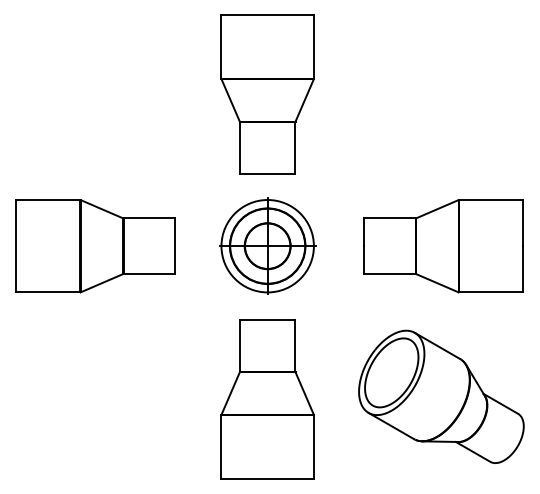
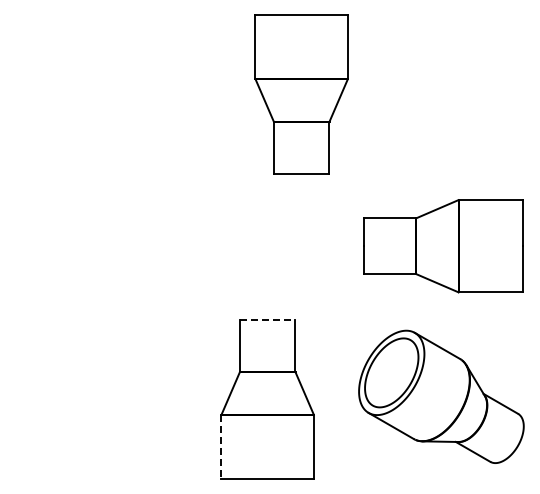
part at (267, 94) position: (267, 94) -> (301, 94)
part at (267, 245): present -> none
part at (95, 246): present -> none
line at (267, 320): solid -> dashed
line at (221, 447): solid -> dashed
